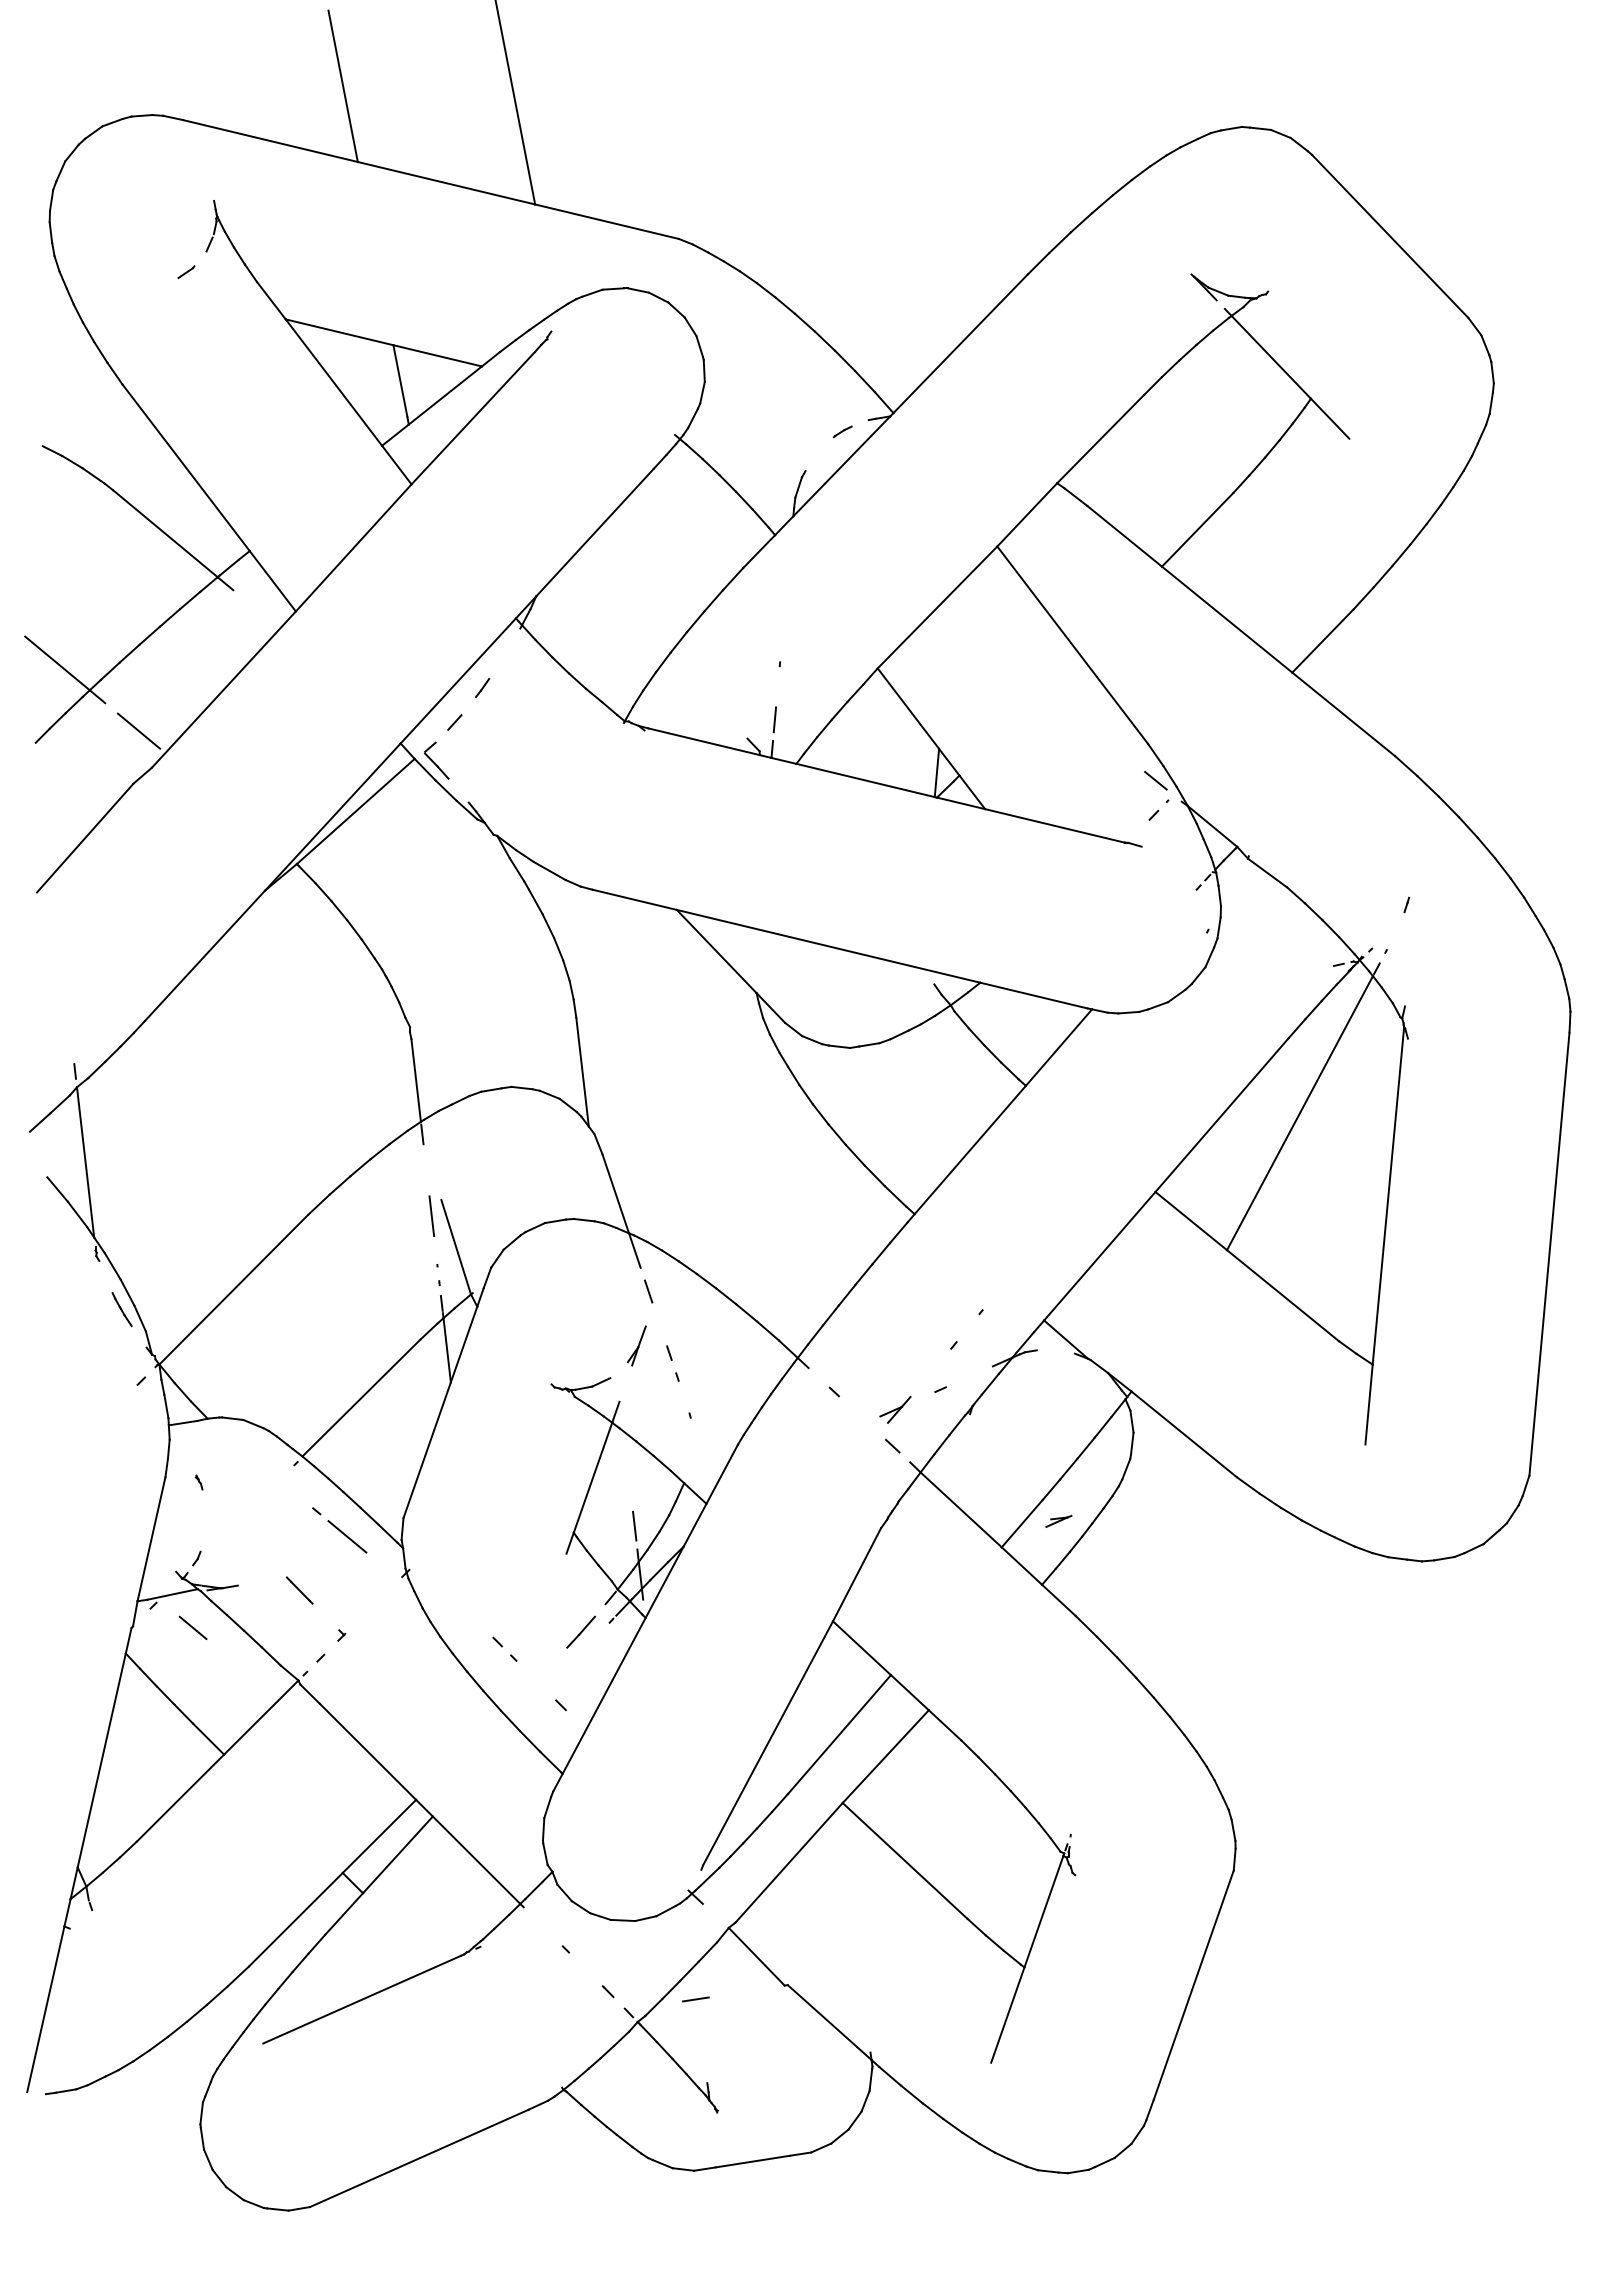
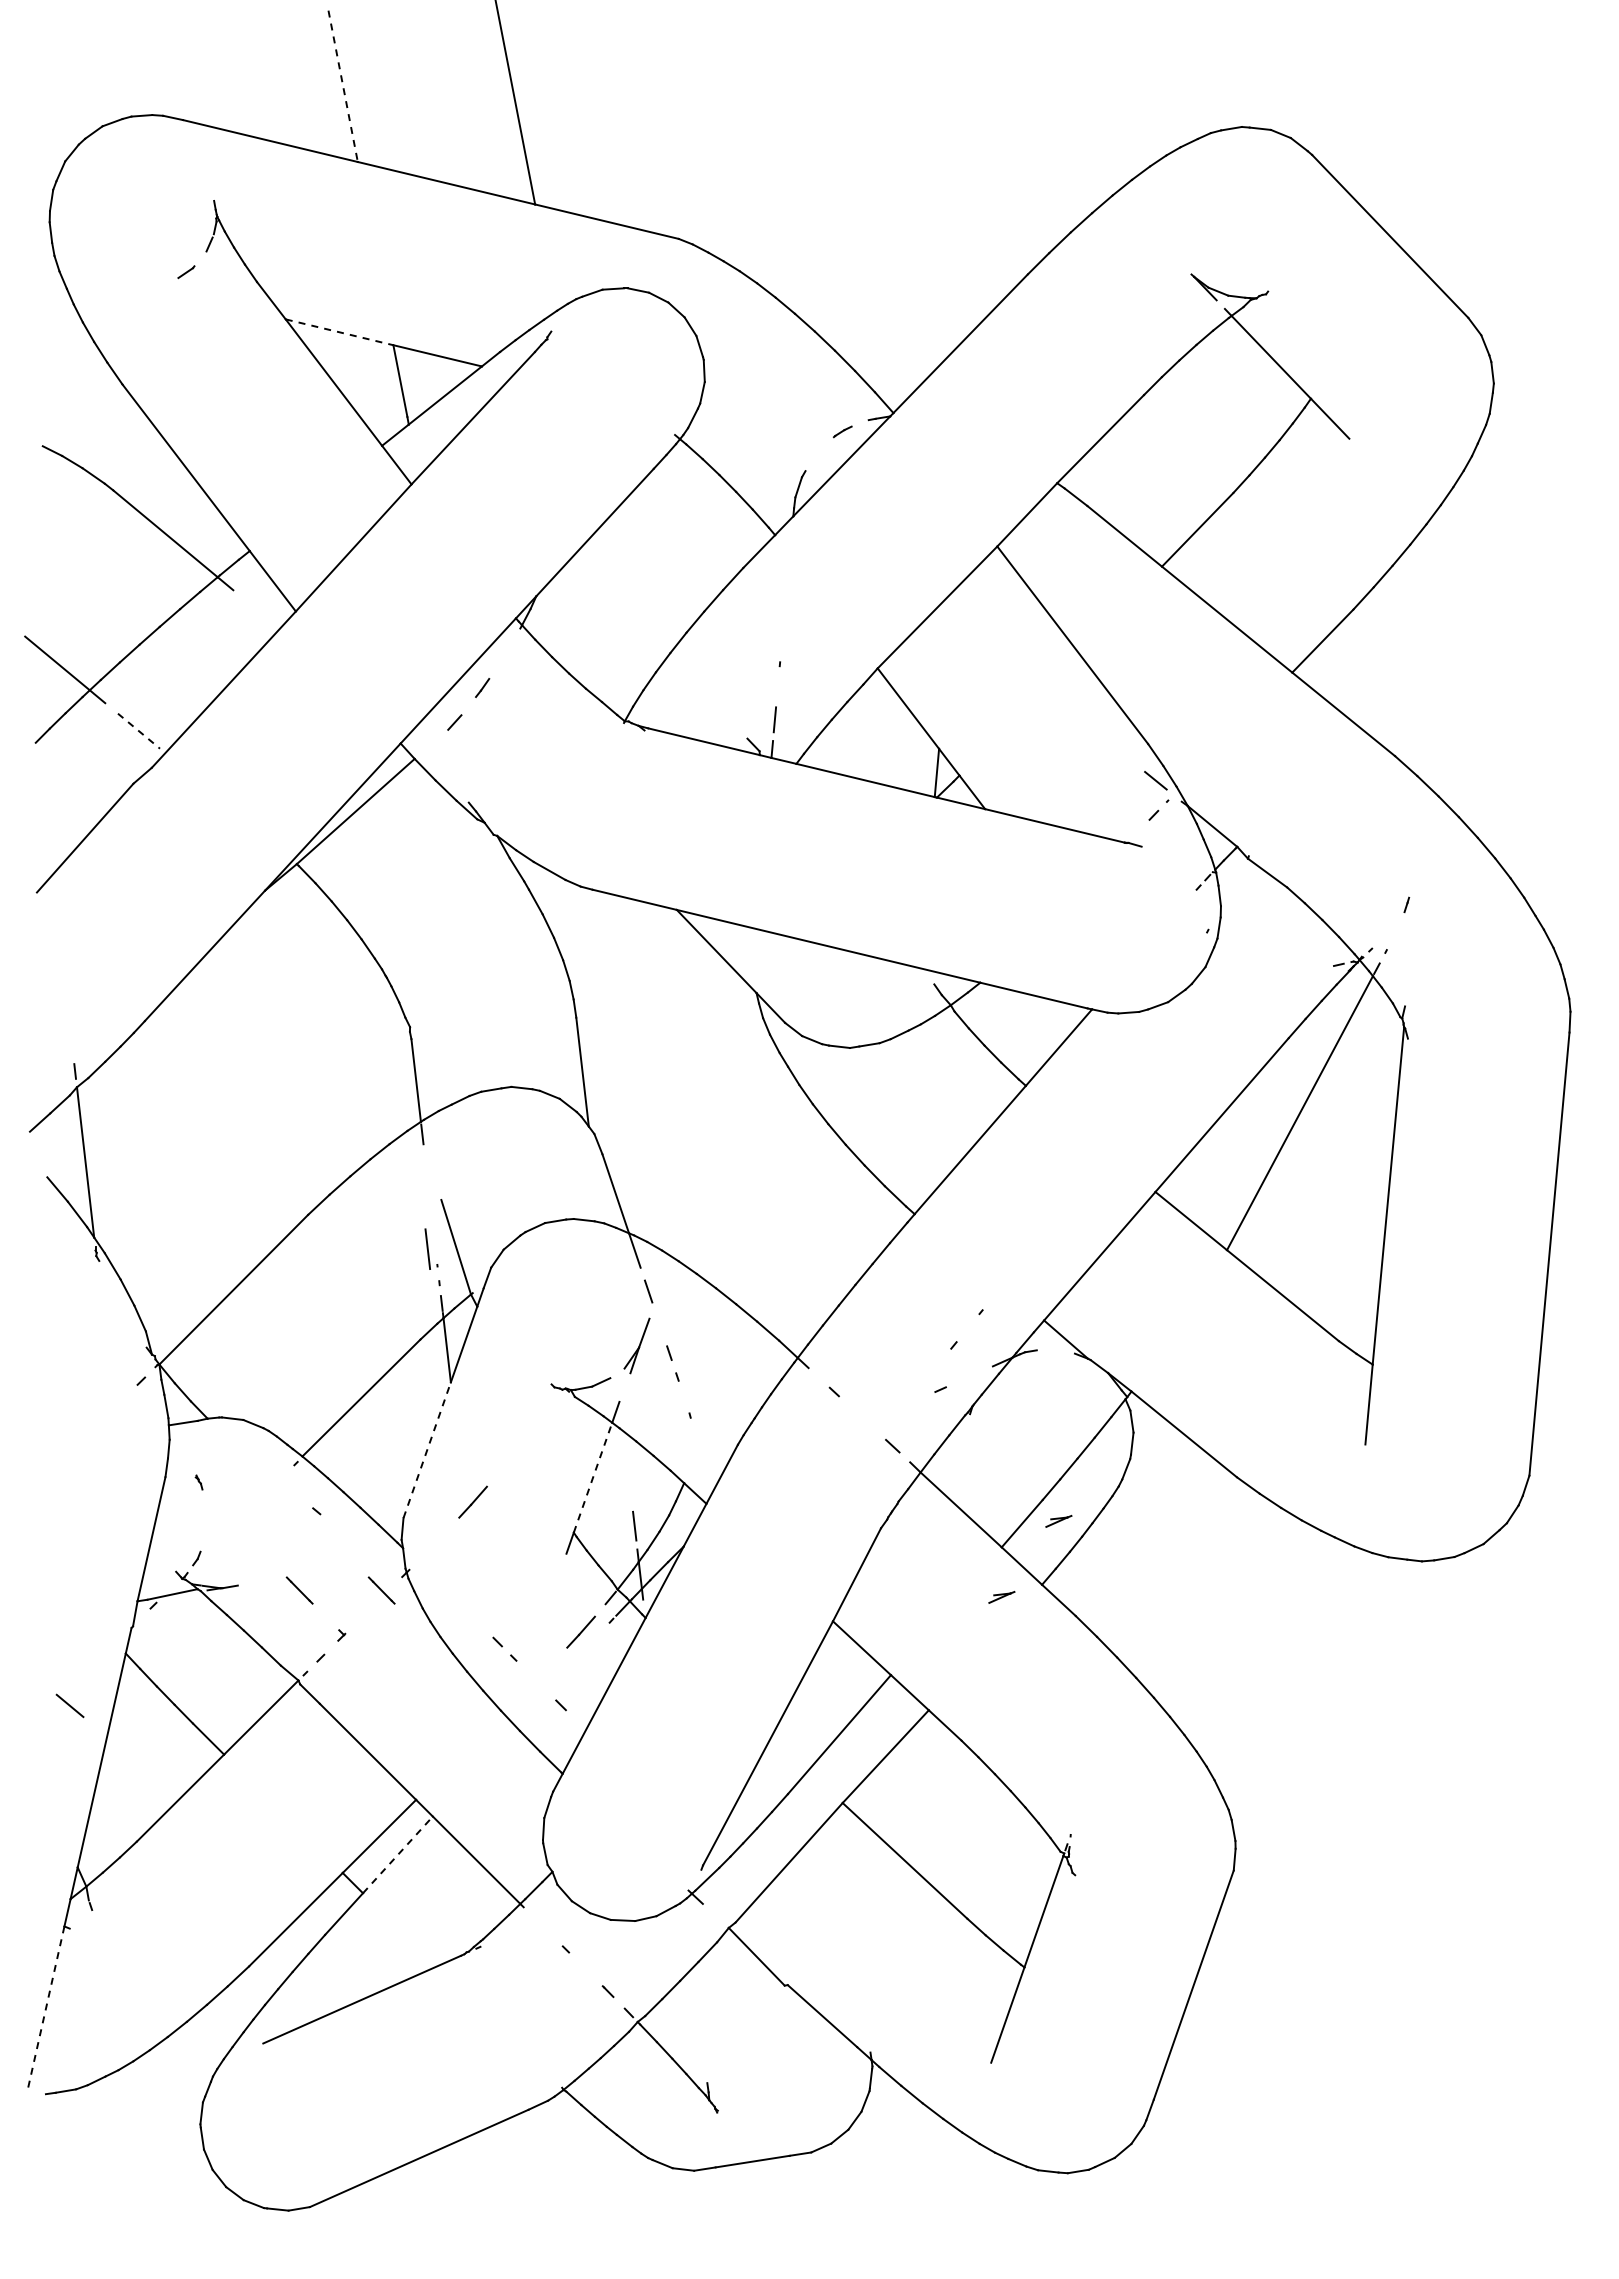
line at (343, 86): solid -> dashed
line at (340, 332): solid -> dashed
line at (139, 731): solid -> dashed
part at (436, 760): present -> none
line at (431, 1215) position: (431, 1215) -> (427, 1248)
line at (121, 1309): present -> none
part at (636, 1345) size: 21x42 px -> 28x58 px
part at (895, 1409): present -> none
line at (427, 1450): solid -> dashed
line at (593, 1477): solid -> dashed
line at (472, 1501): none -> present
line at (347, 1536): present -> none
line at (381, 1590): none -> present
part at (1001, 1596): none -> present
line at (192, 1627) position: (192, 1627) -> (69, 1705)
line at (397, 1854): solid -> dashed
line at (695, 1999): present -> none
line at (45, 2009): solid -> dashed
